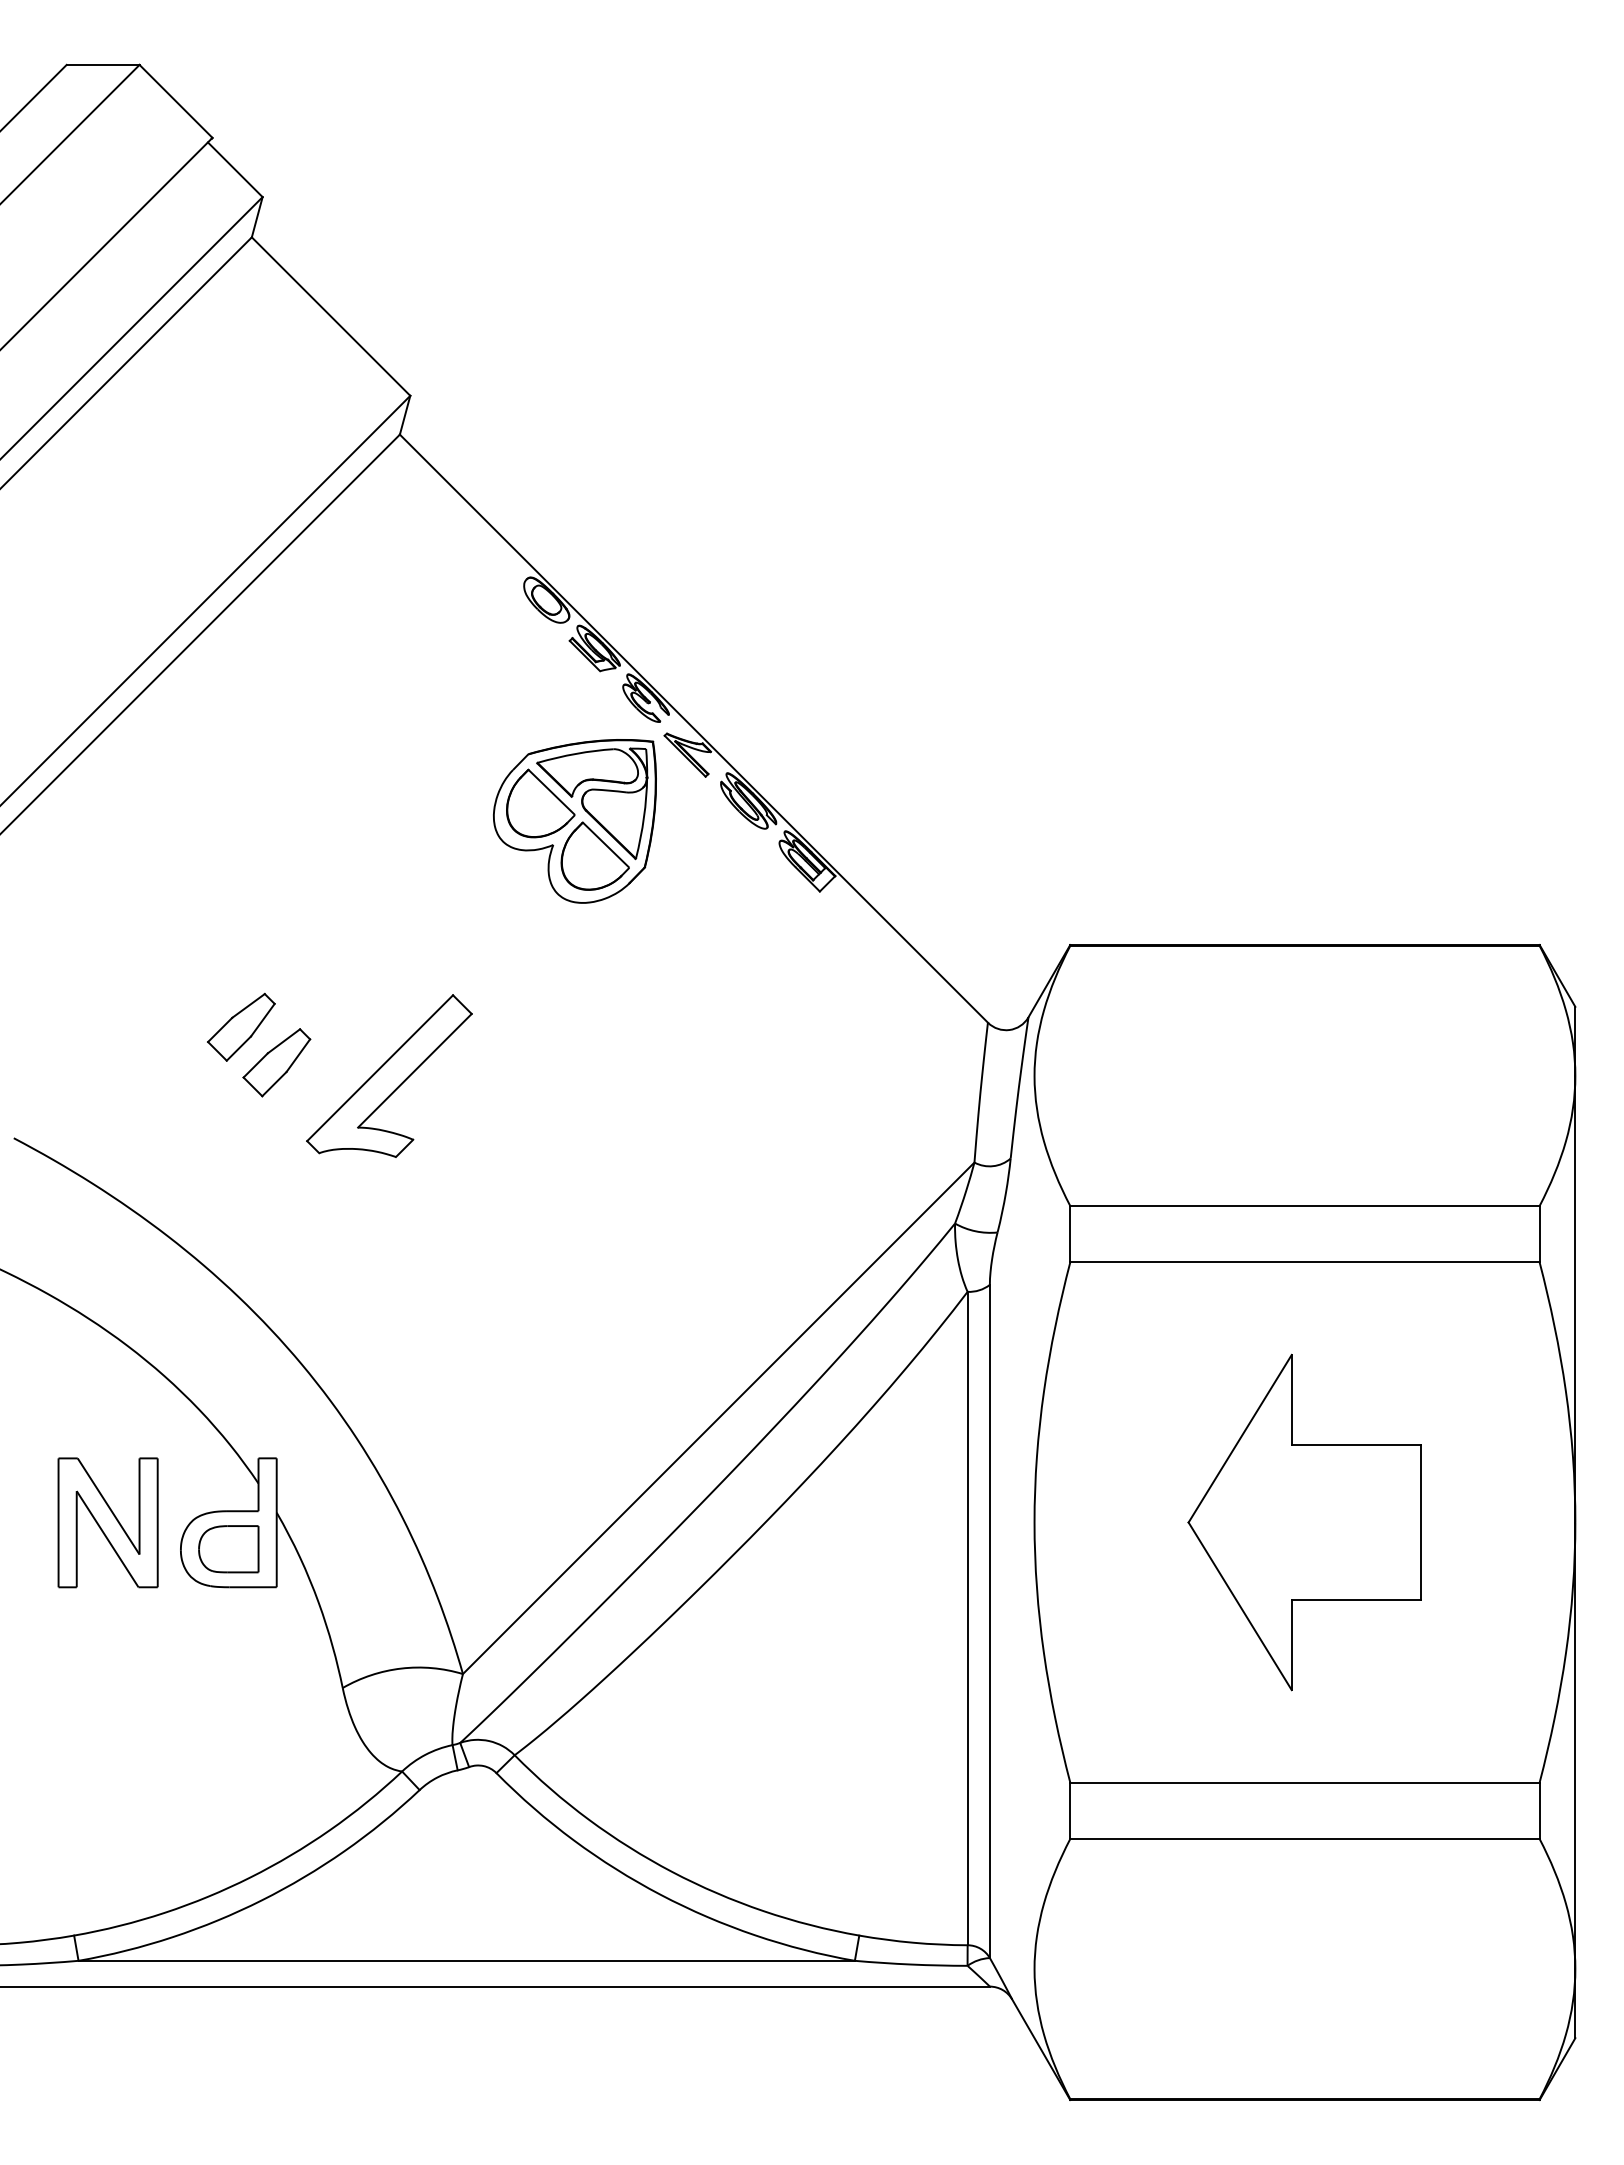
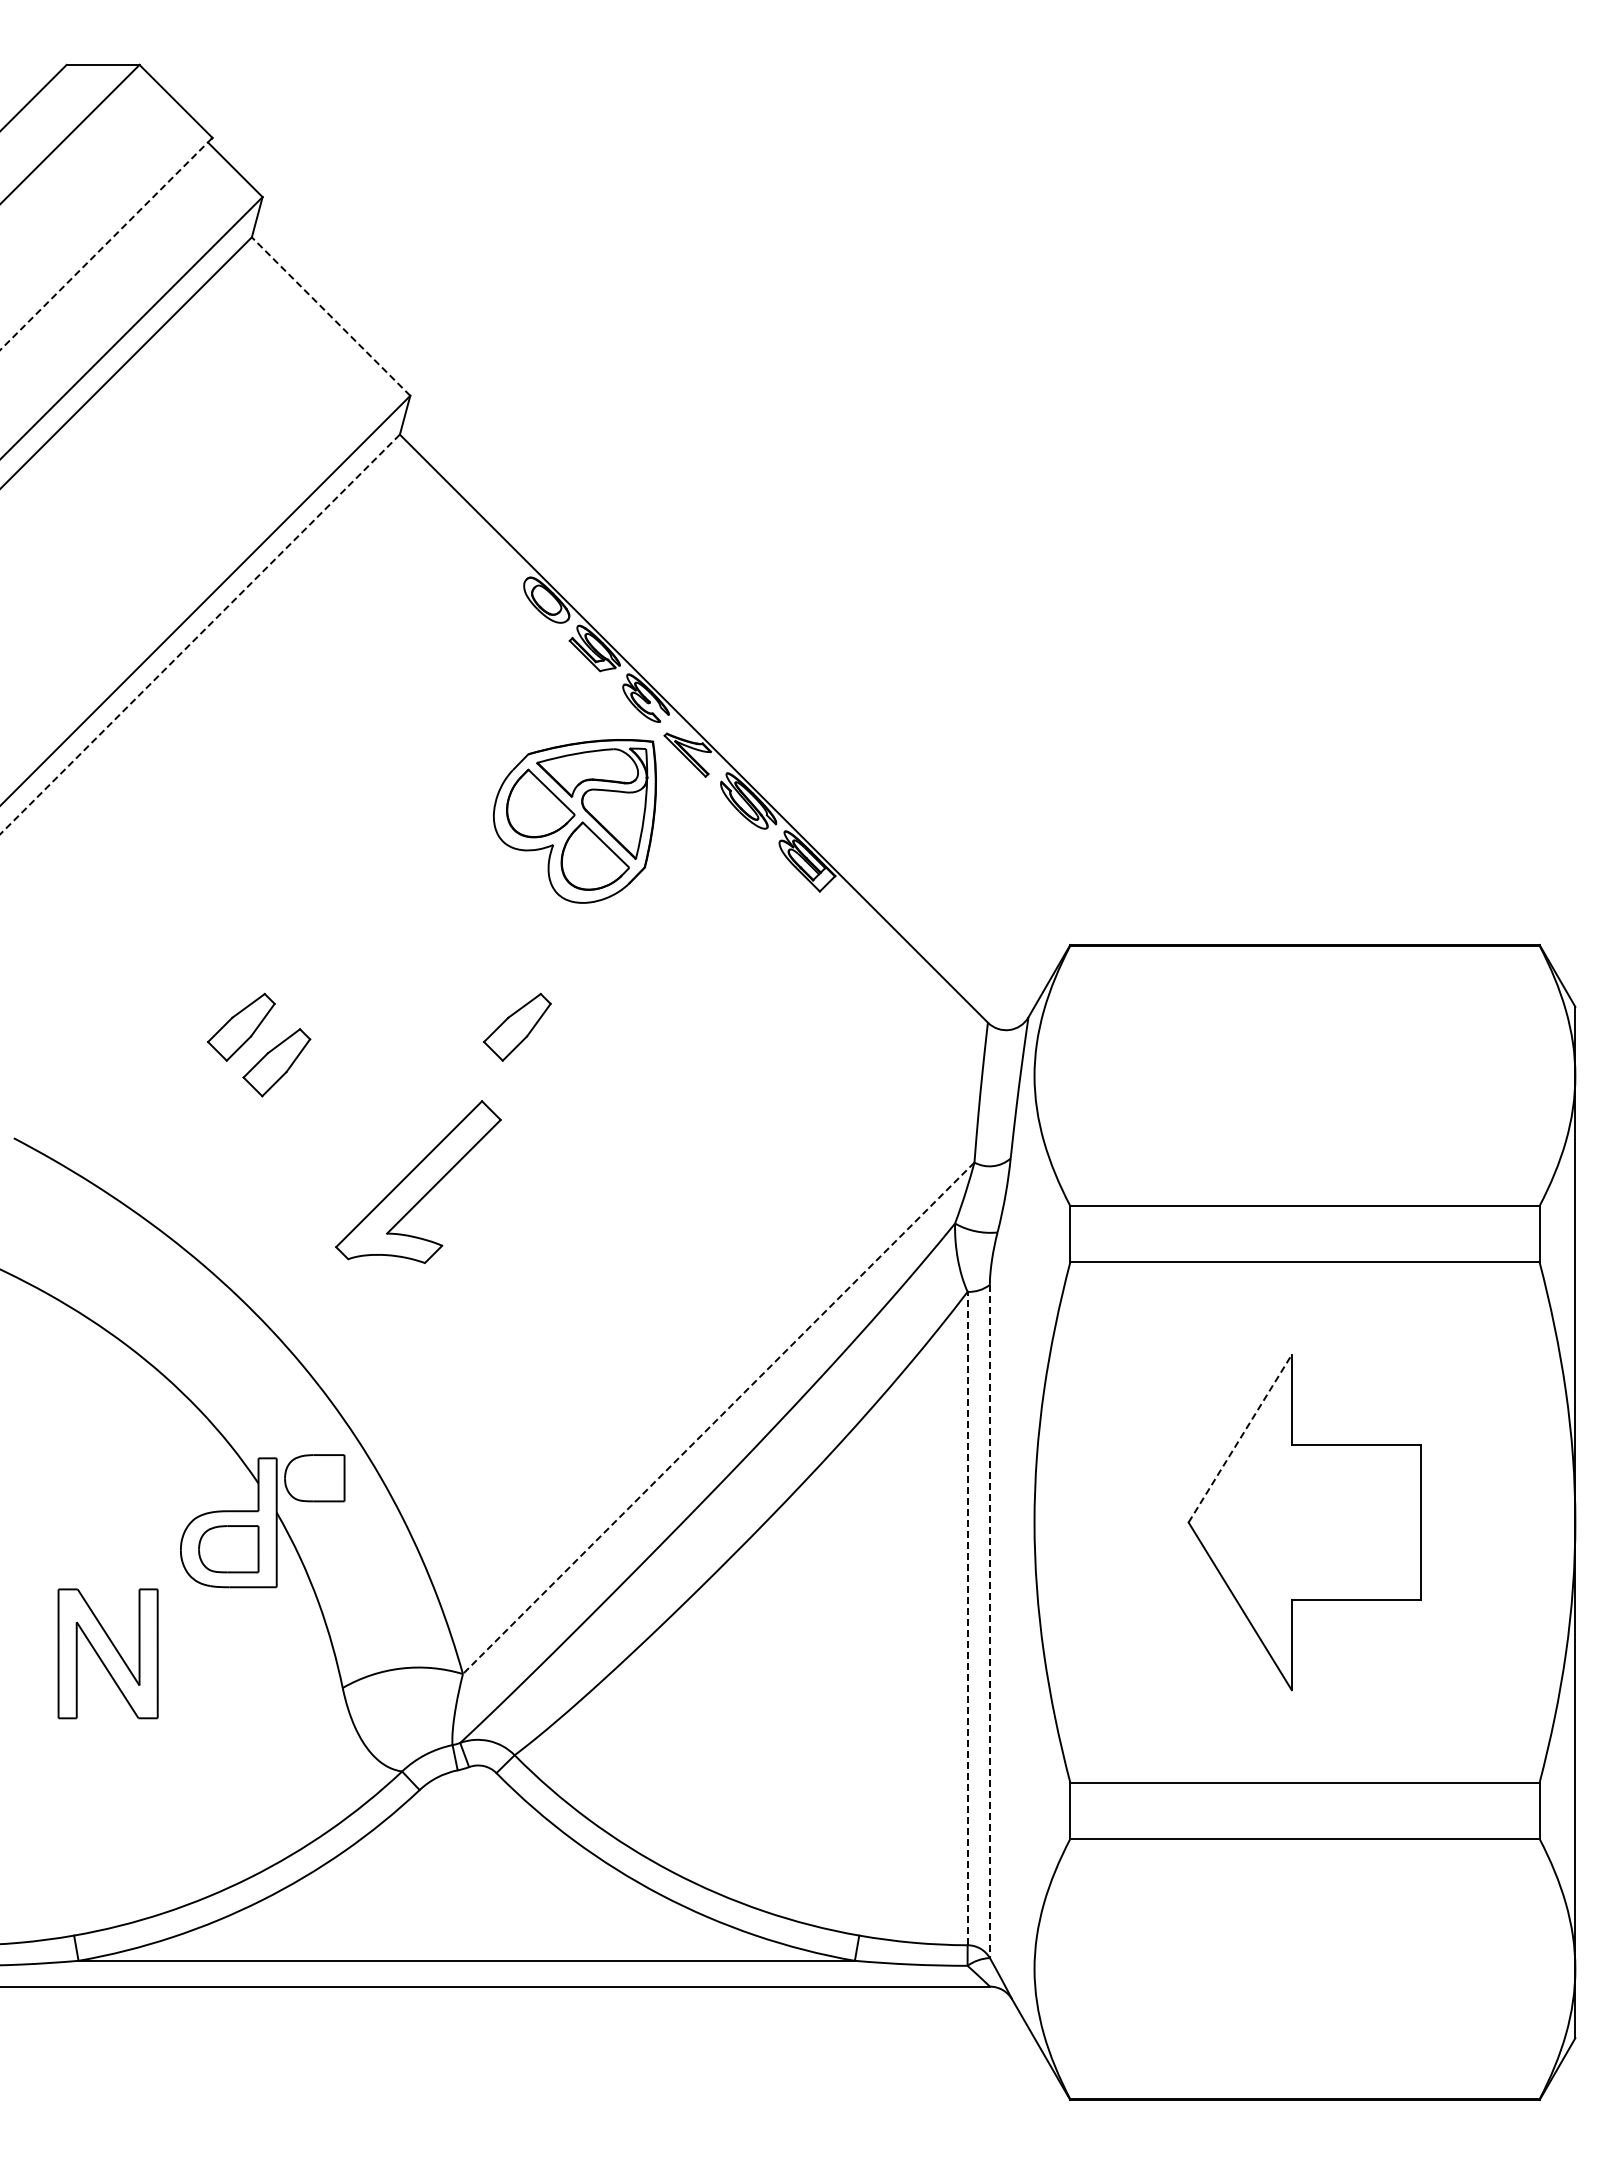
line at (106, 244): solid -> dashed
line at (330, 316): solid -> dashed
line at (199, 634): solid -> dashed
part at (517, 1026): none -> present
part at (389, 1075) position: (389, 1075) -> (418, 1181)
line at (718, 1418): solid -> dashed
line at (1240, 1438): solid -> dashed
part at (314, 1478): none -> present
part at (107, 1522) position: (107, 1522) -> (107, 1653)
line at (967, 1618): solid -> dashed
line at (989, 1621): solid -> dashed
